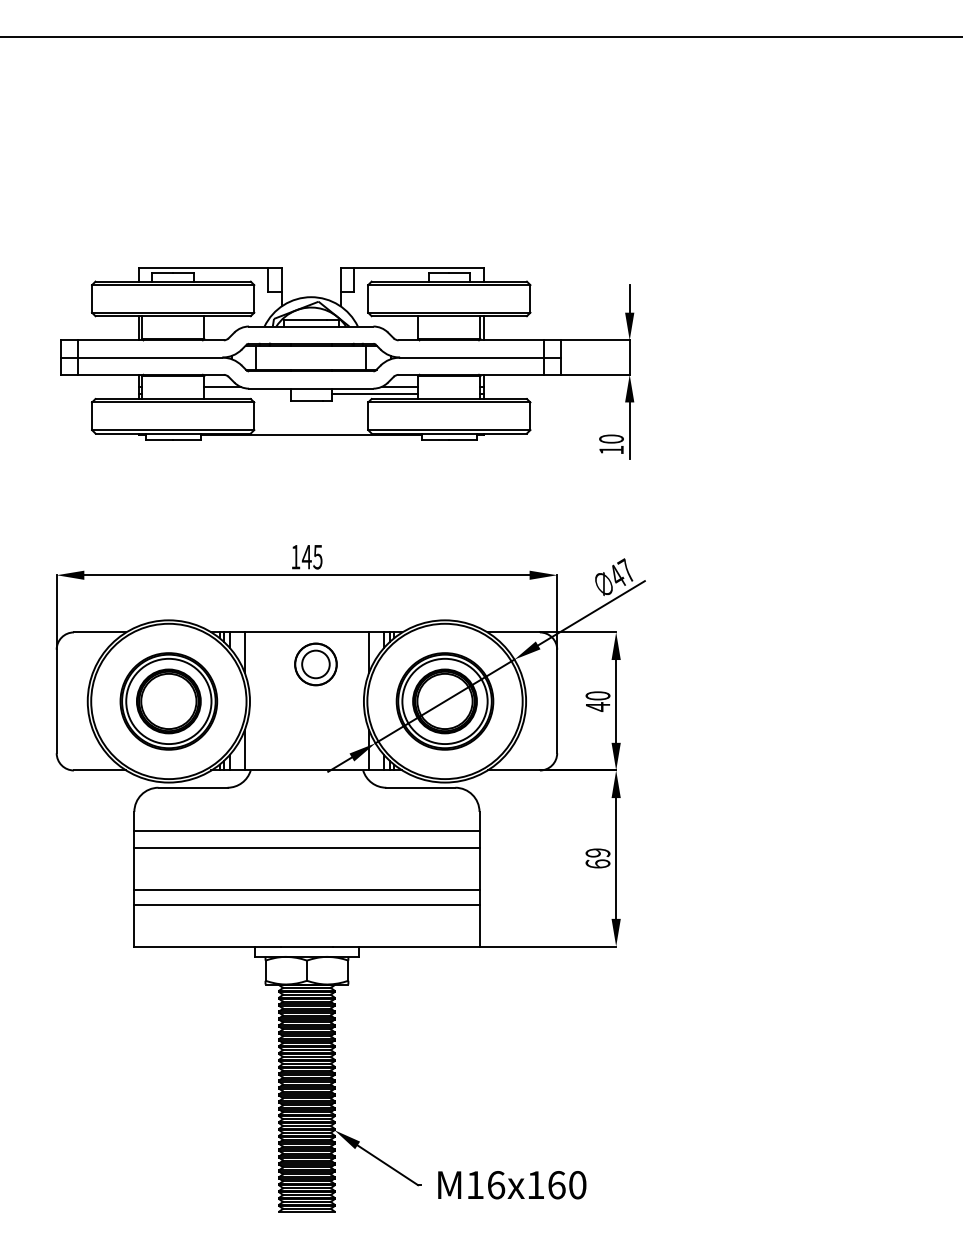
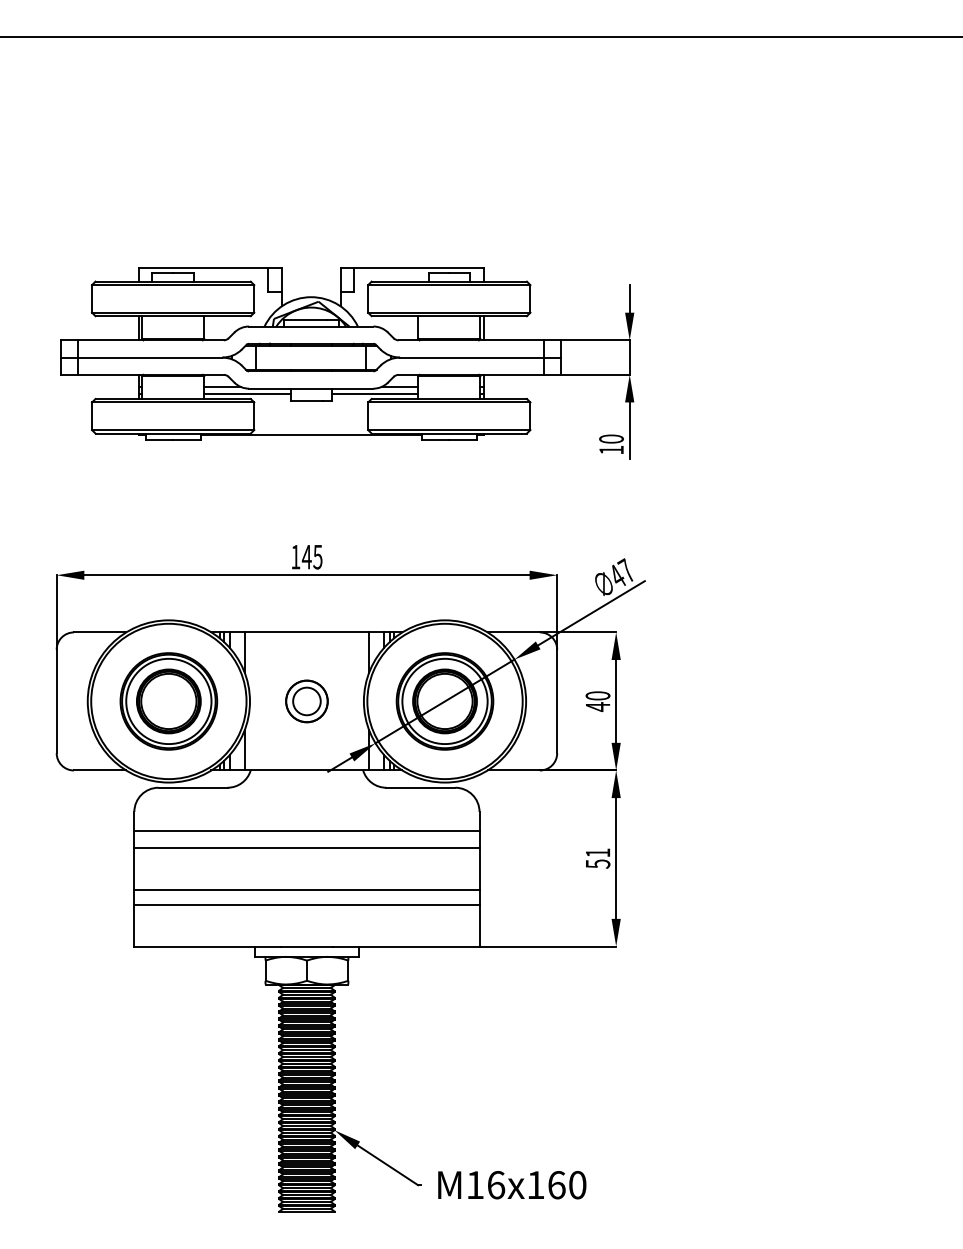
line at (247, 393): none -> present
part at (315, 664) position: (315, 664) -> (306, 701)
text at (597, 858): 69 -> 51
